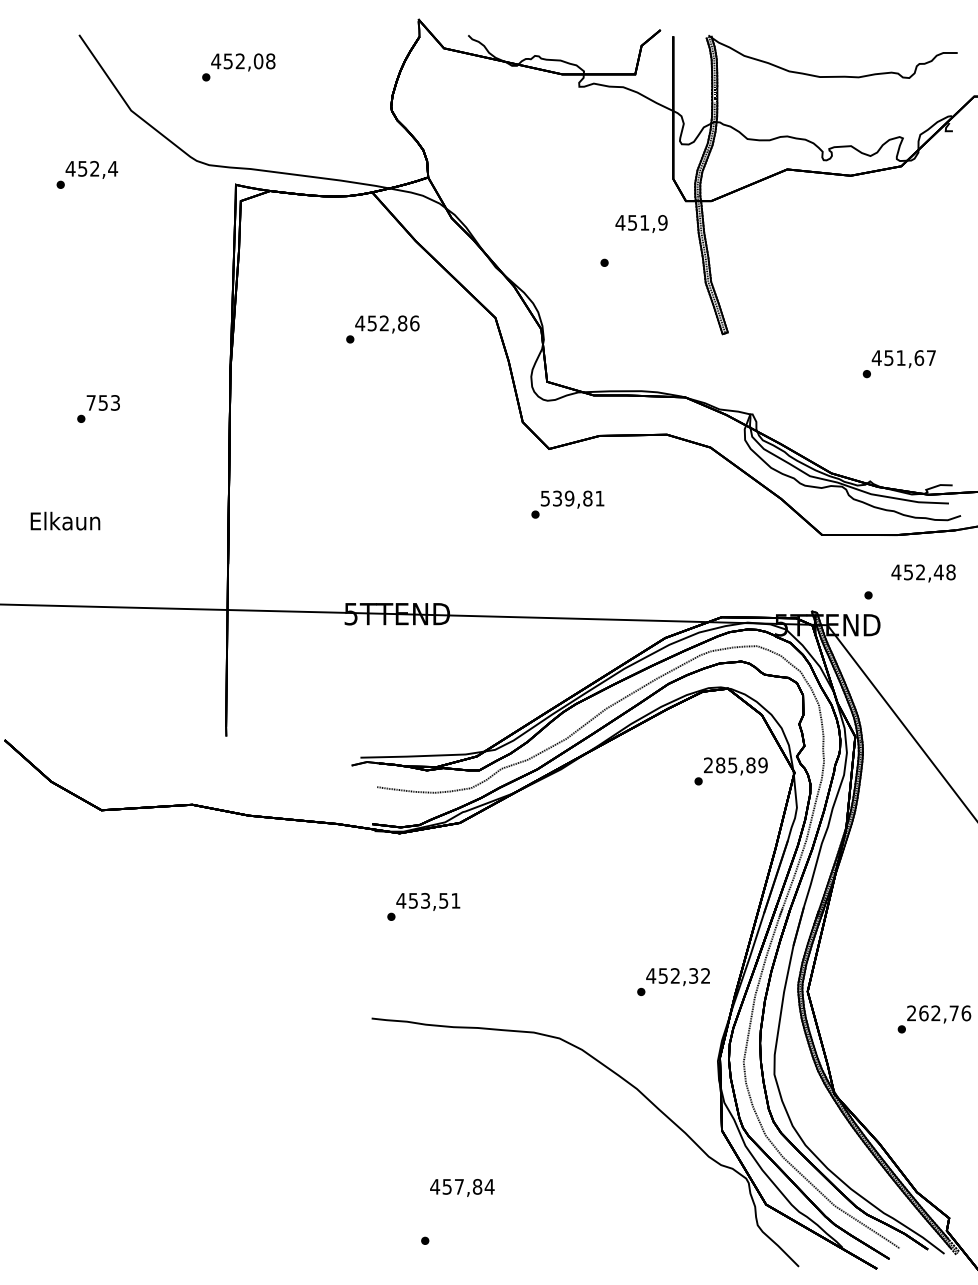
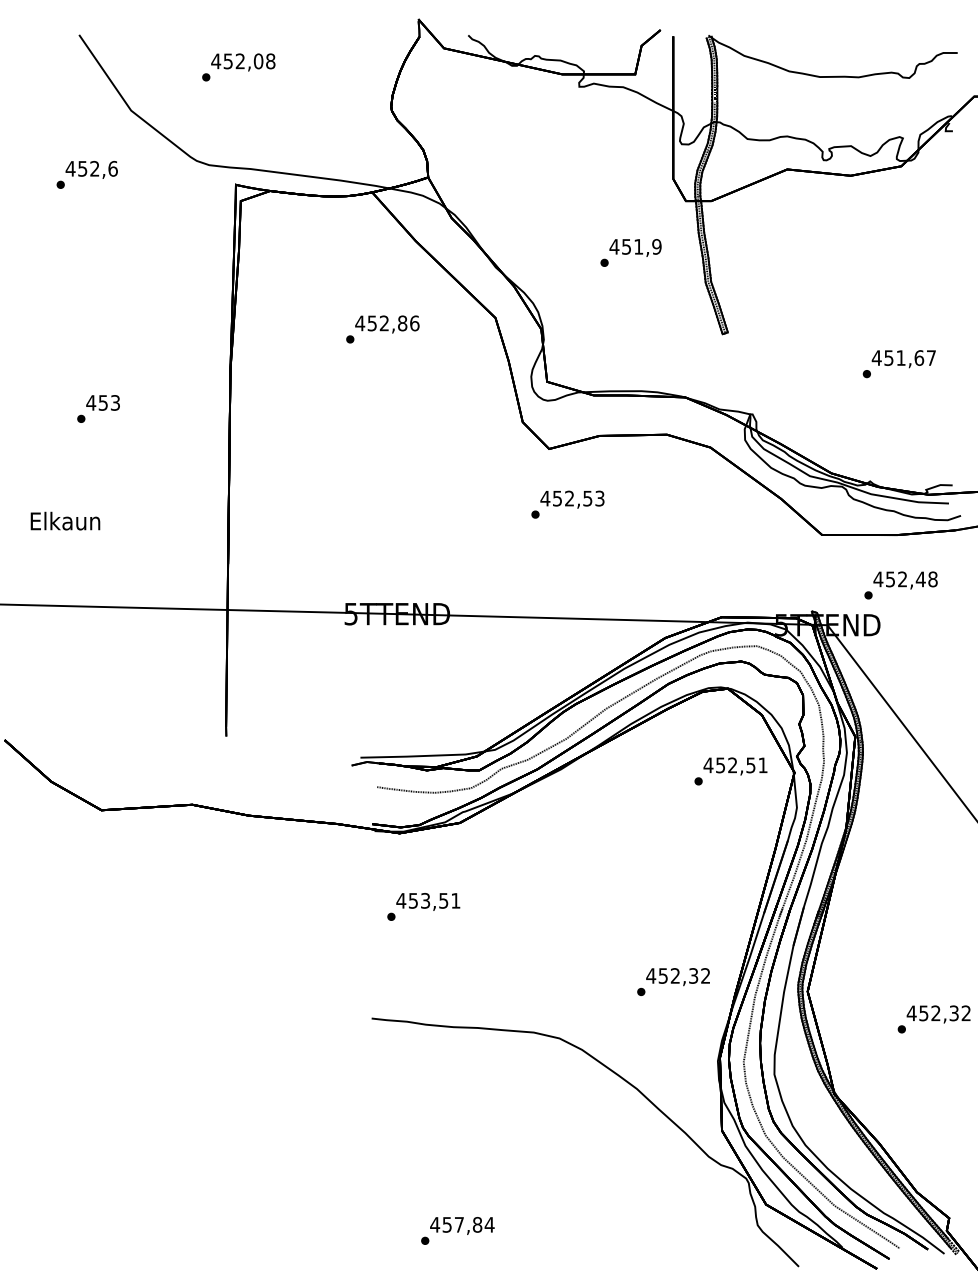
text at (113, 168): 452,4 -> 452,6
text at (641, 223) position: (641, 223) -> (635, 247)
text at (91, 402): 753 -> 453
text at (572, 498): 539,81 -> 452,53
text at (923, 573) position: (923, 573) -> (905, 580)
text at (735, 765): 285,89 -> 452,51
text at (938, 1013): 262,76 -> 452,32
text at (462, 1187) position: (462, 1187) -> (462, 1225)
